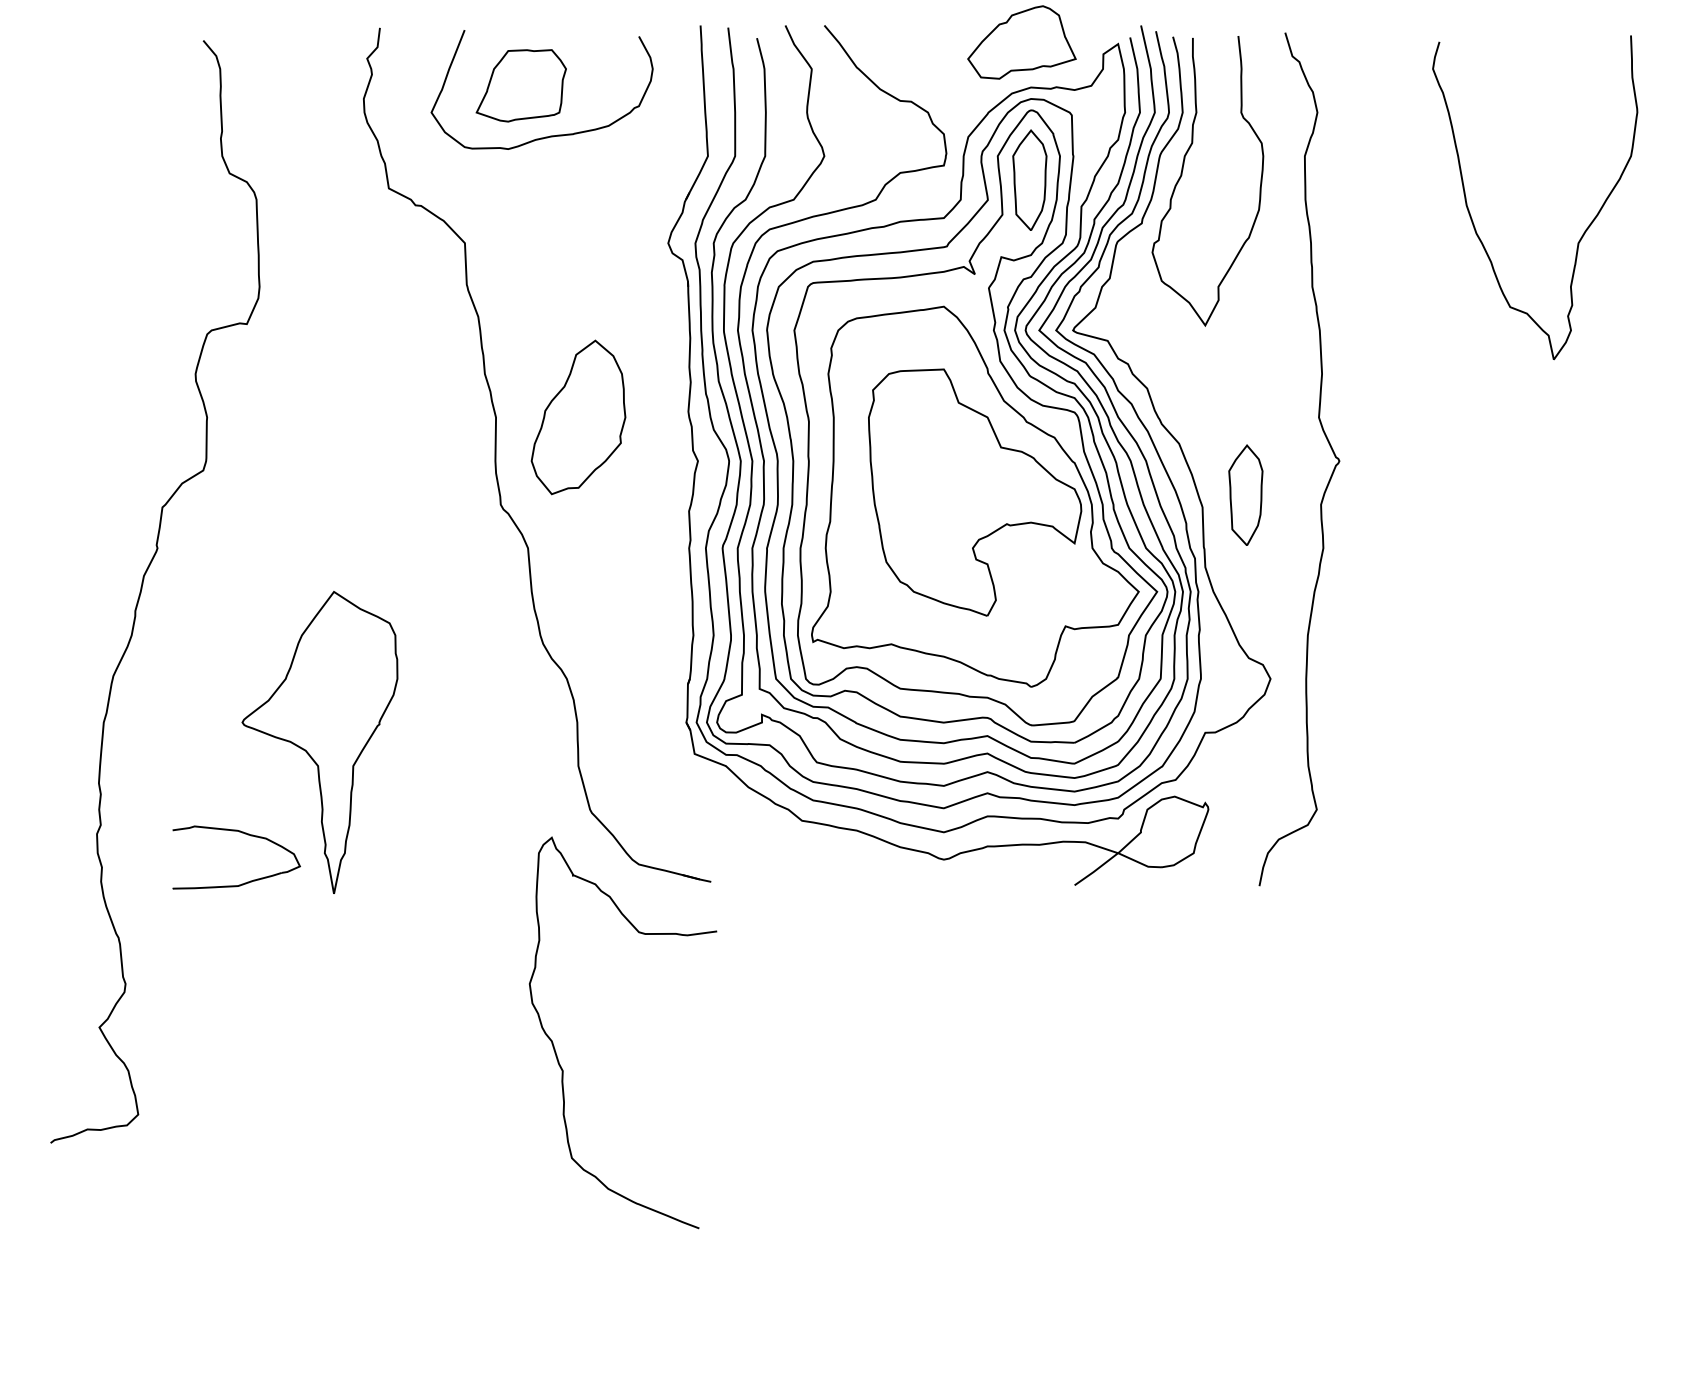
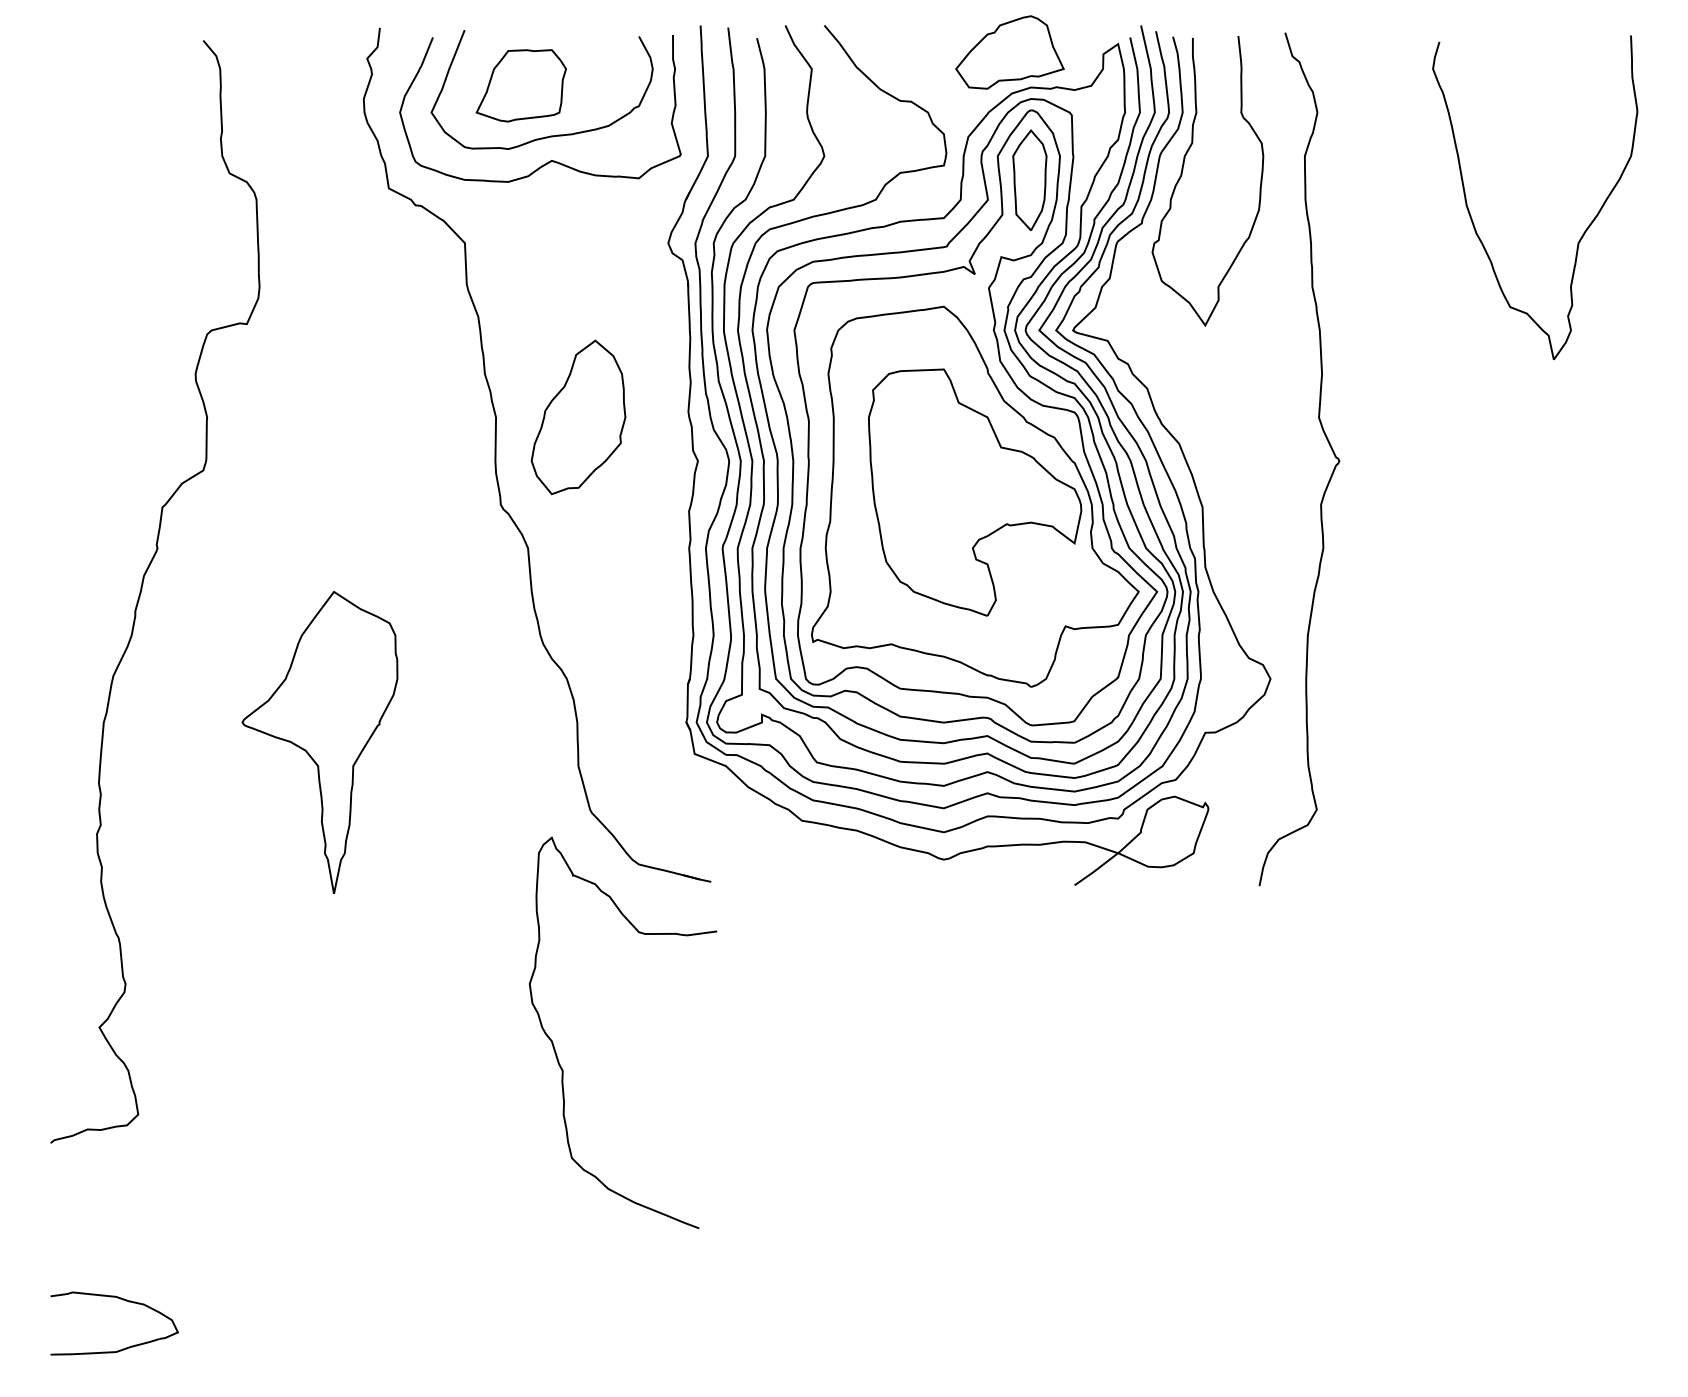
part at (1021, 42) position: (1021, 42) -> (1009, 52)
curve at (550, 160): none -> present
part at (1245, 494): present -> none
part at (247, 835) position: (247, 835) -> (125, 1301)
